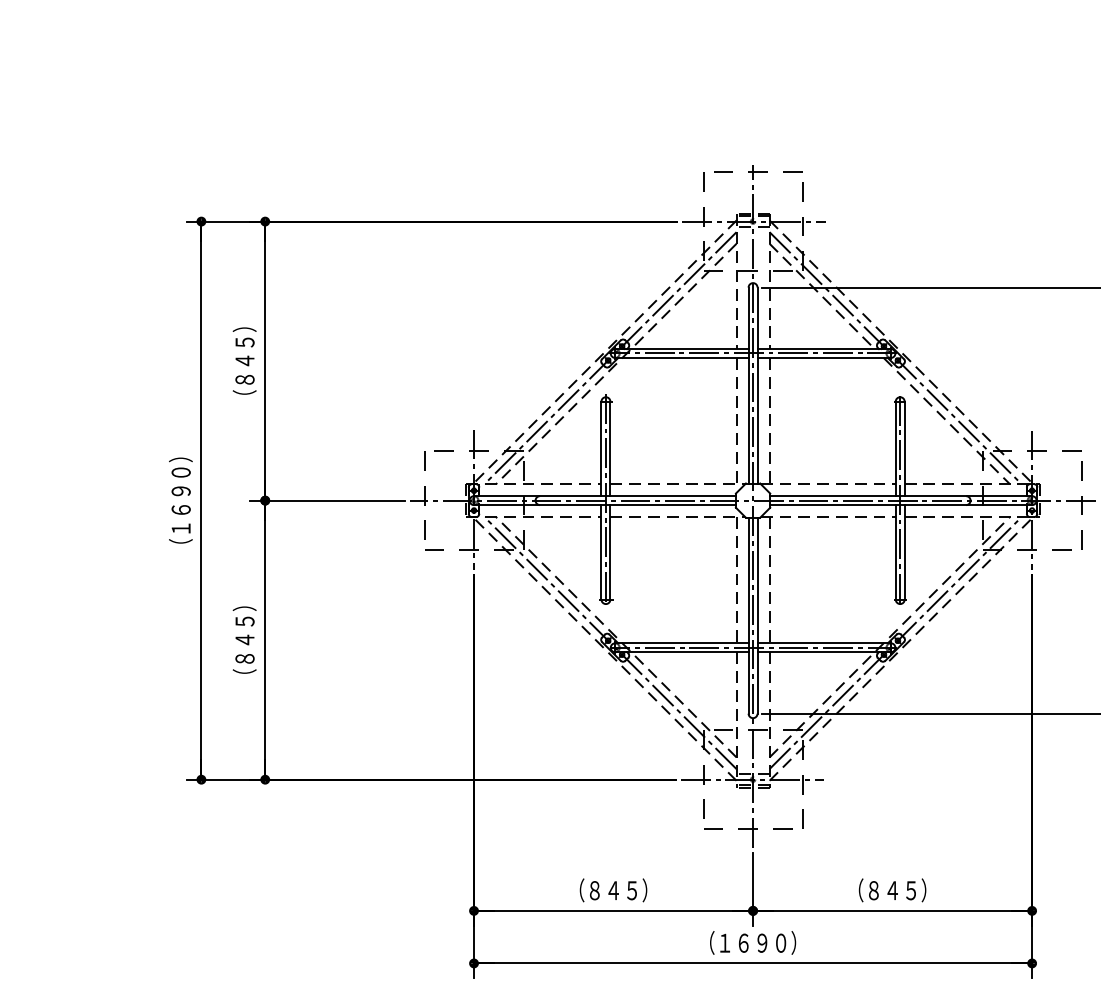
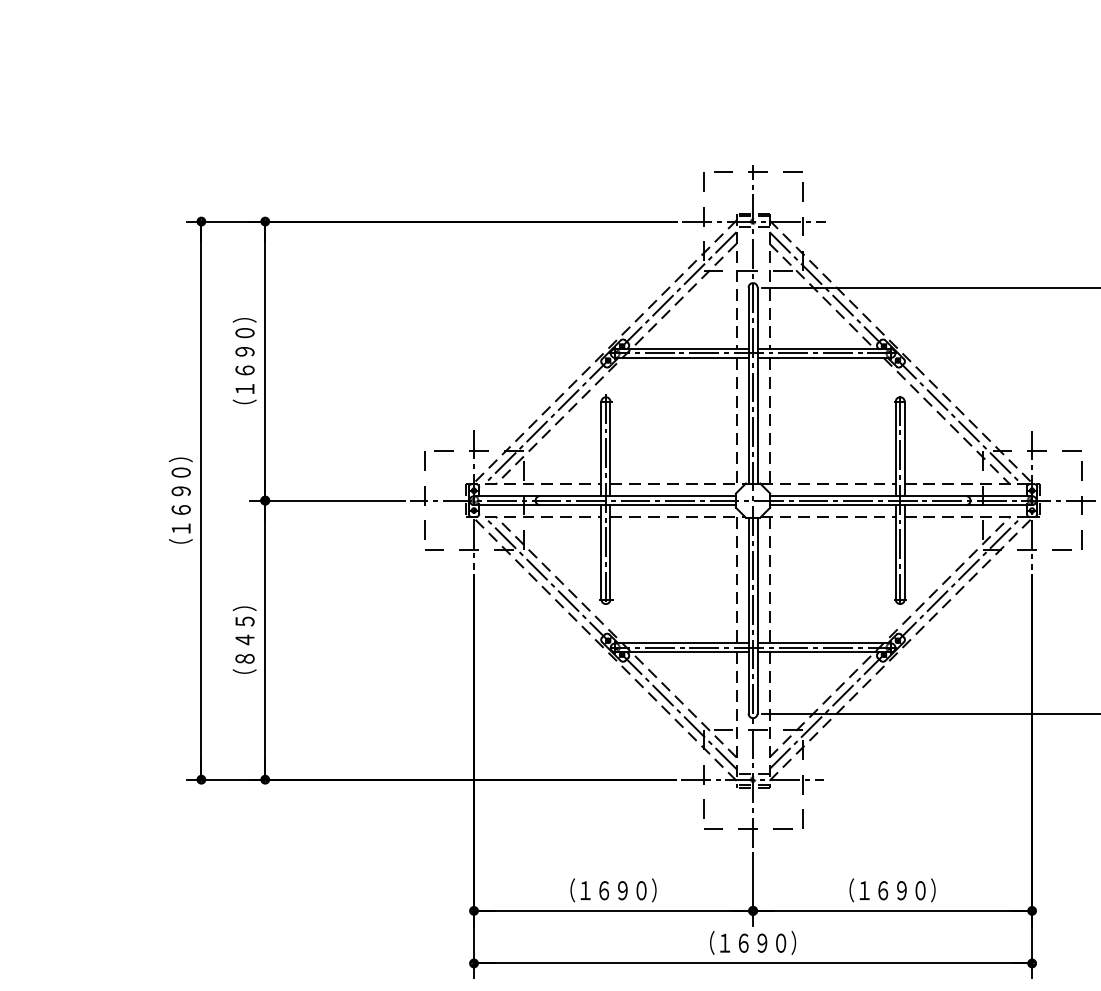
text at (244, 361): （８４５） -> （１６９０）
text at (613, 890): （８４５） -> （１６９０）
text at (892, 890): （８４５） -> （１６９０）
